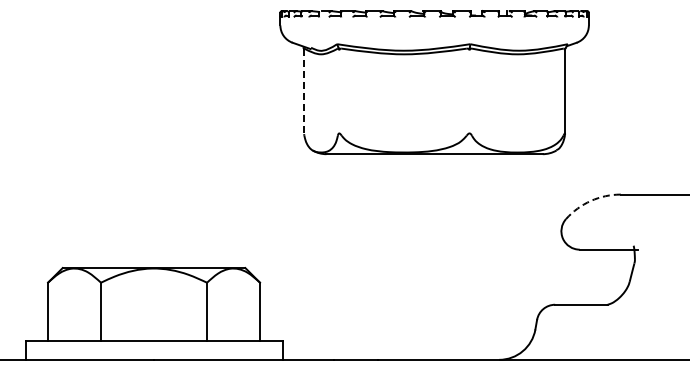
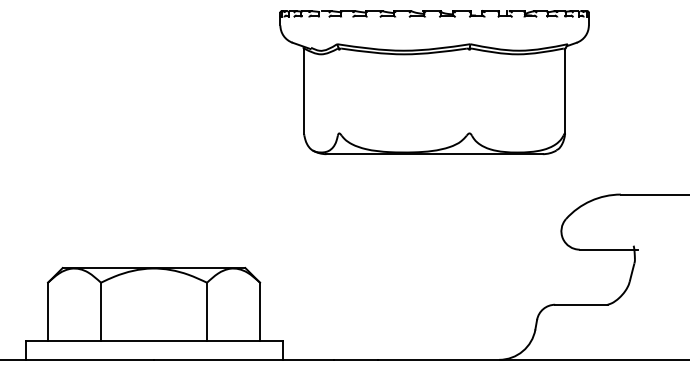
line at (304, 91): dashed -> solid
arc at (590, 200): dashed -> solid
